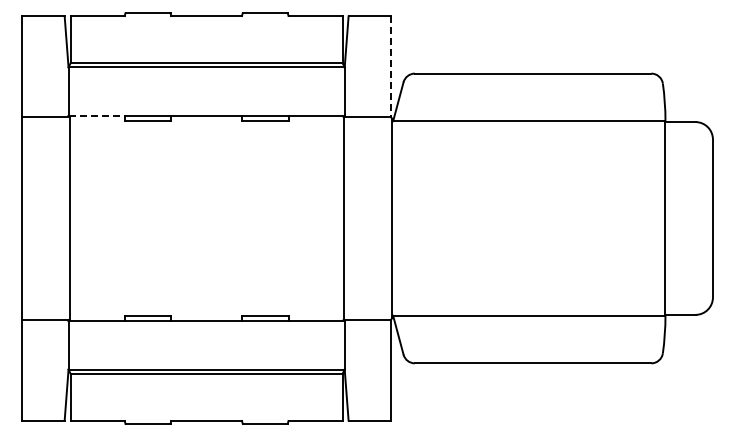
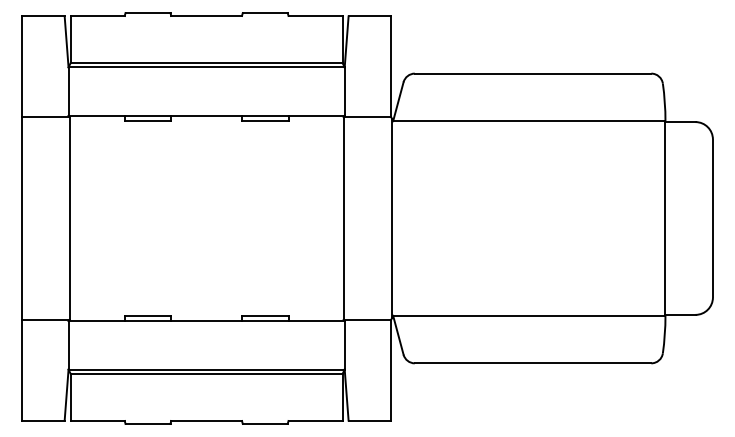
line at (391, 67): dashed -> solid
line at (97, 115): dashed -> solid
